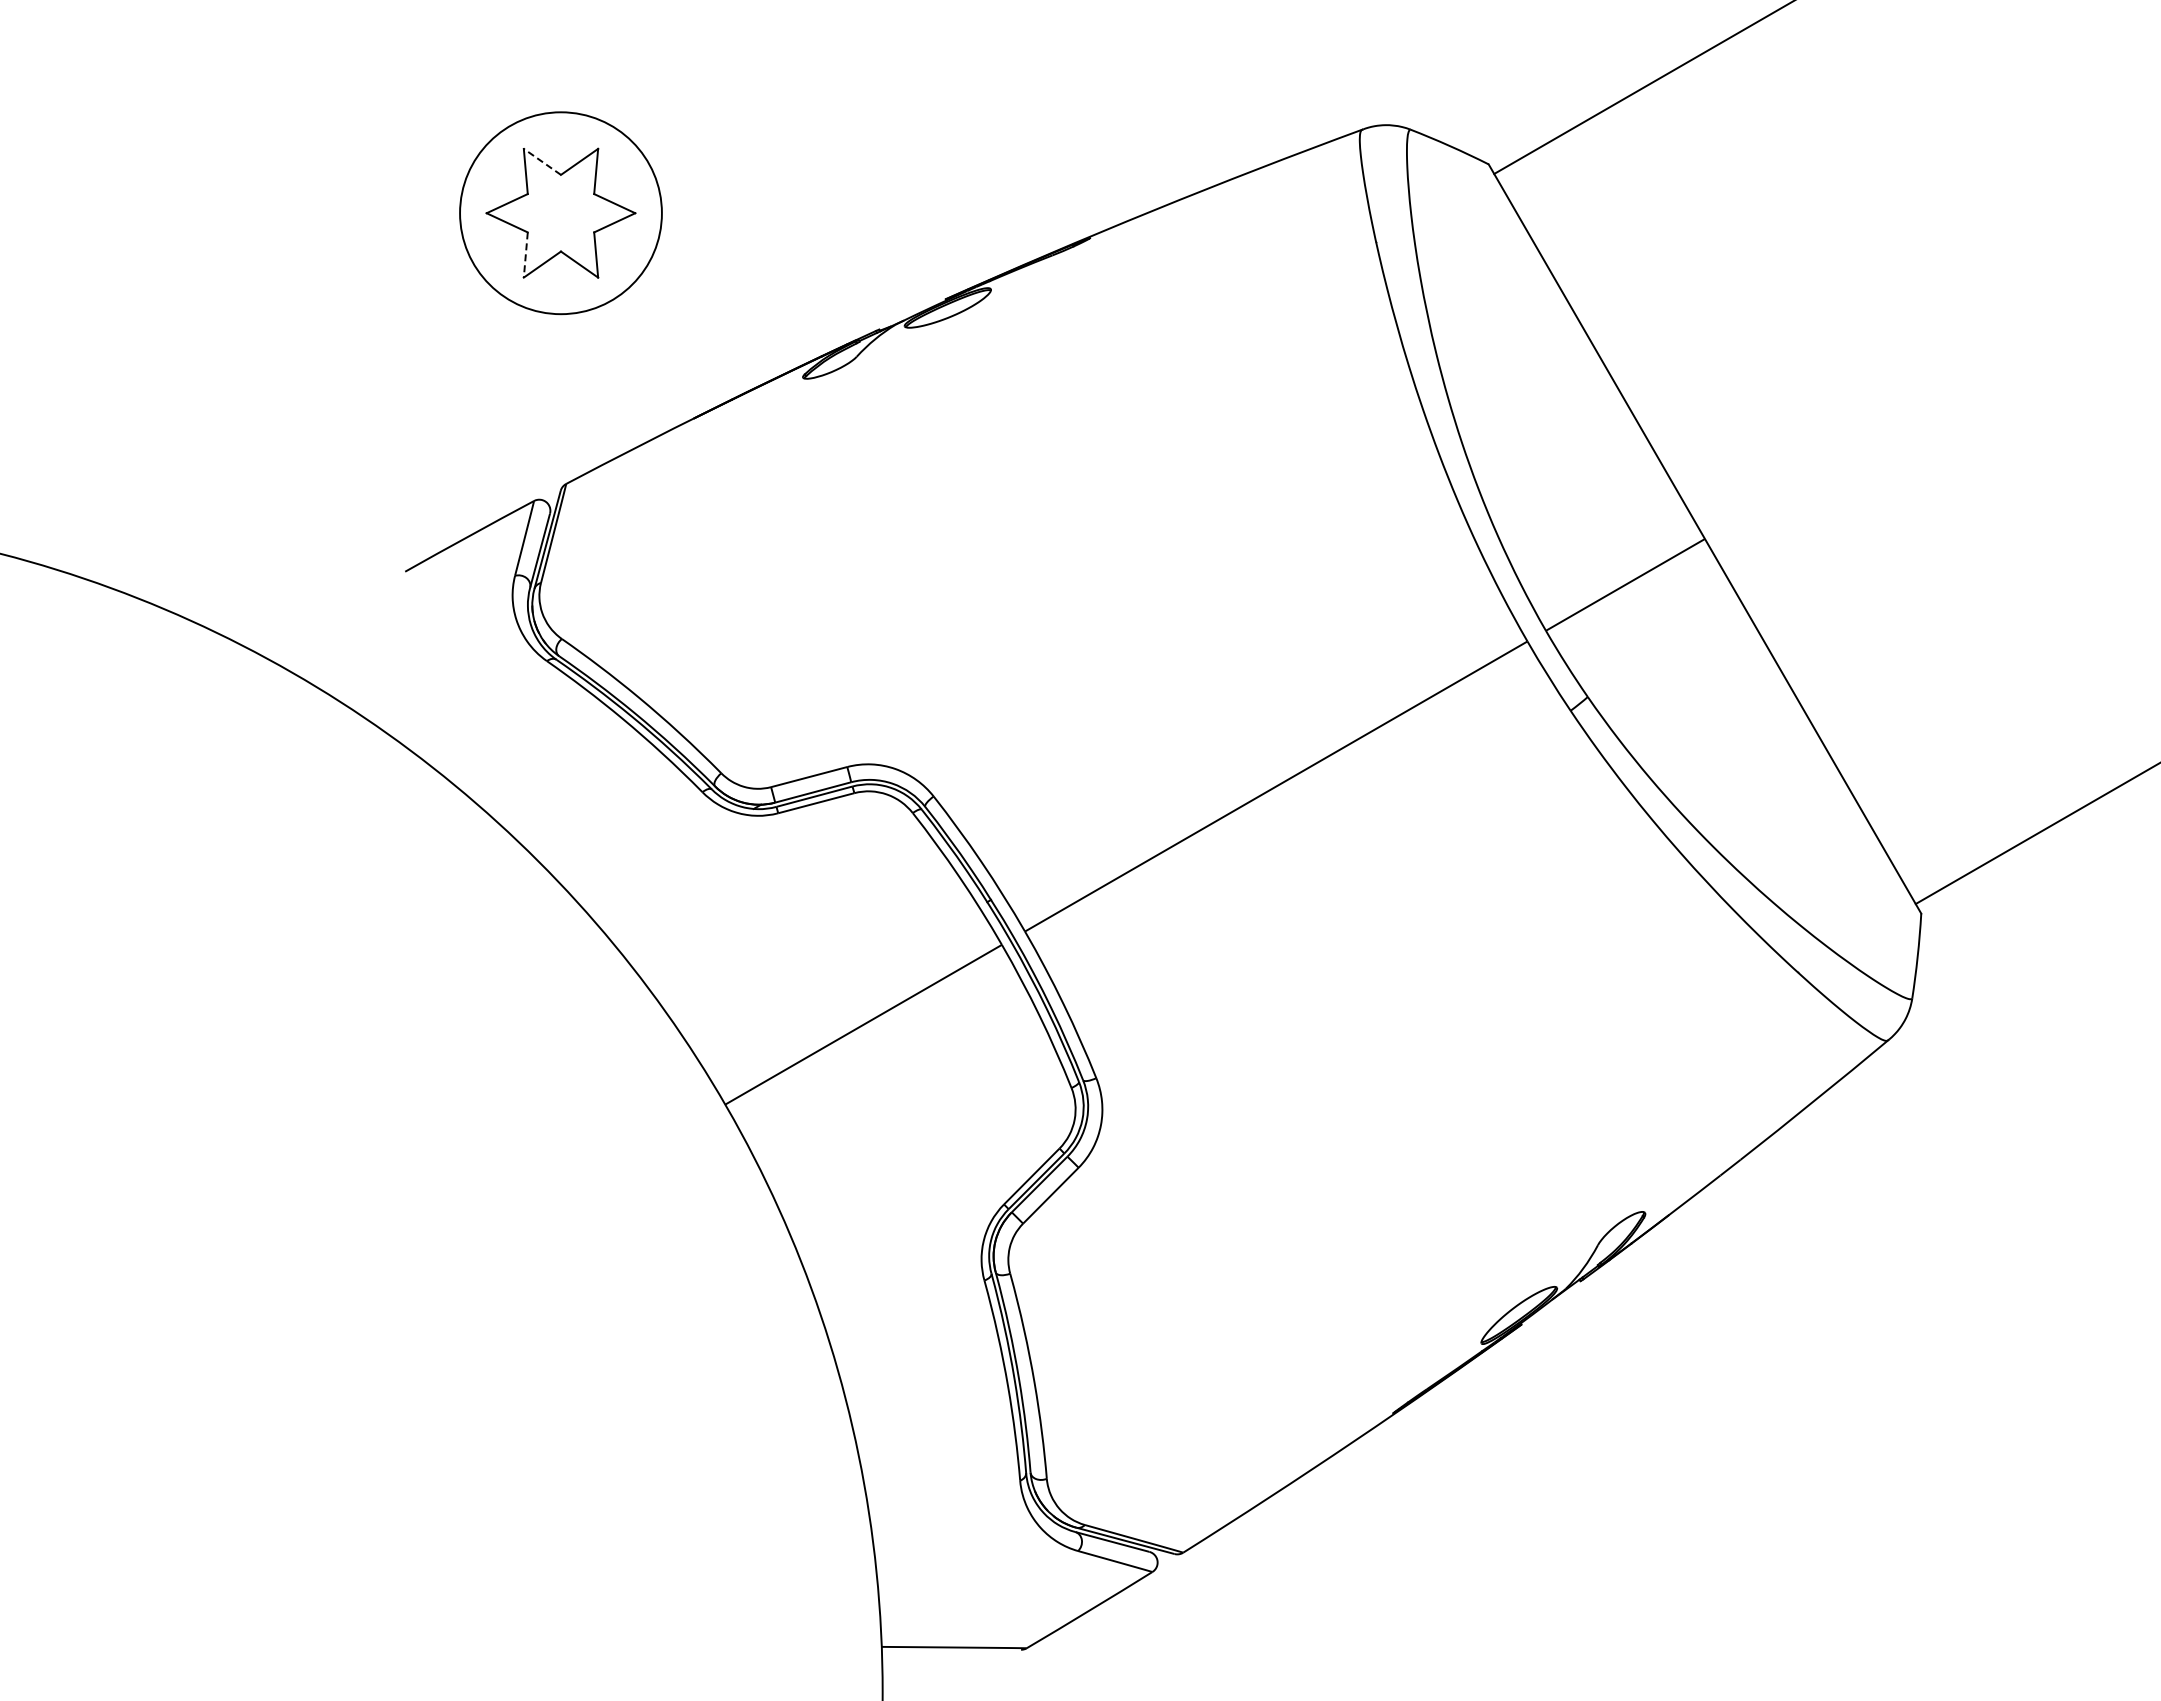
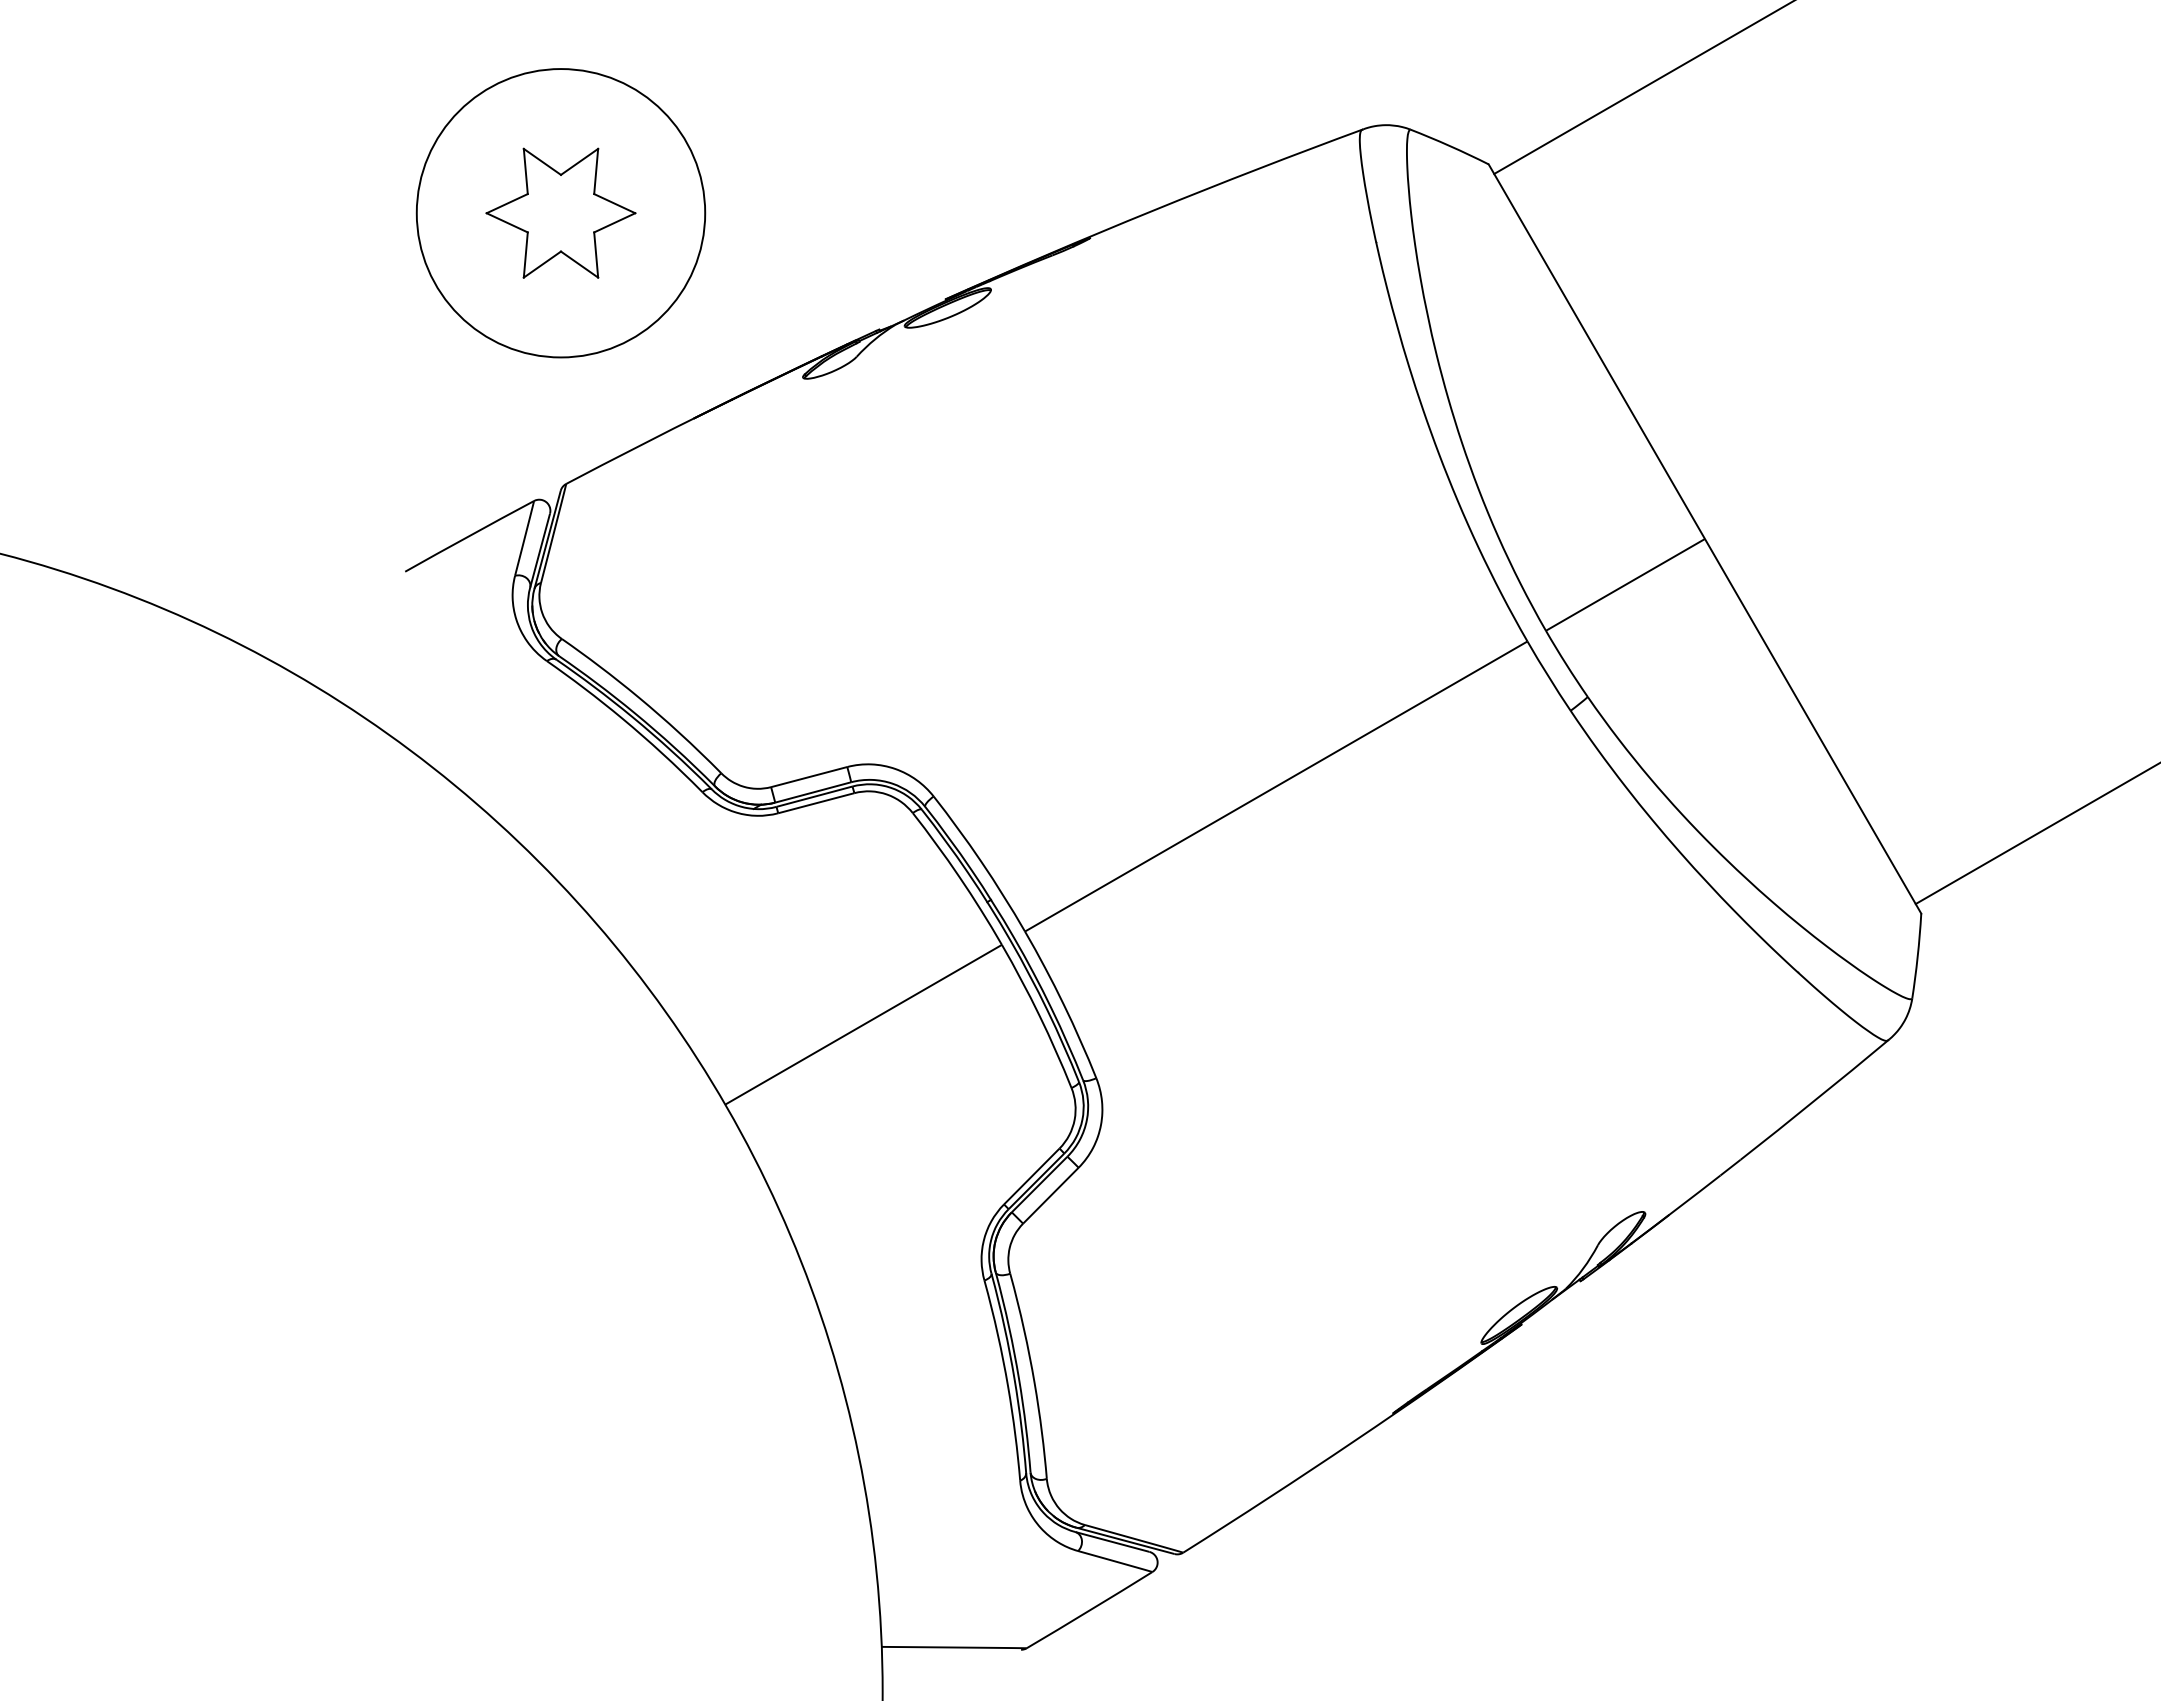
line at (542, 161): dashed -> solid
circle at (560, 213) diameter: 202 px -> 288 px
line at (525, 255): dashed -> solid
